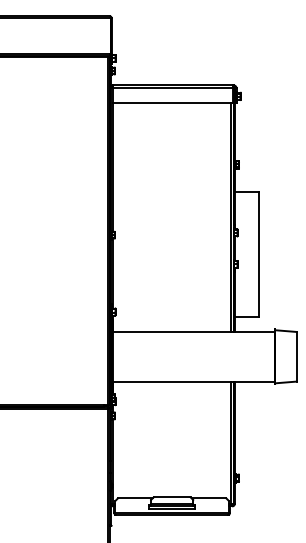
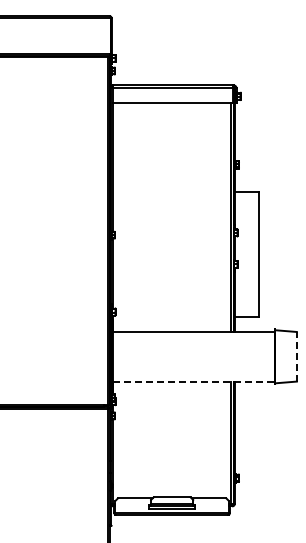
line at (296, 356): solid -> dashed
line at (193, 381): solid -> dashed
